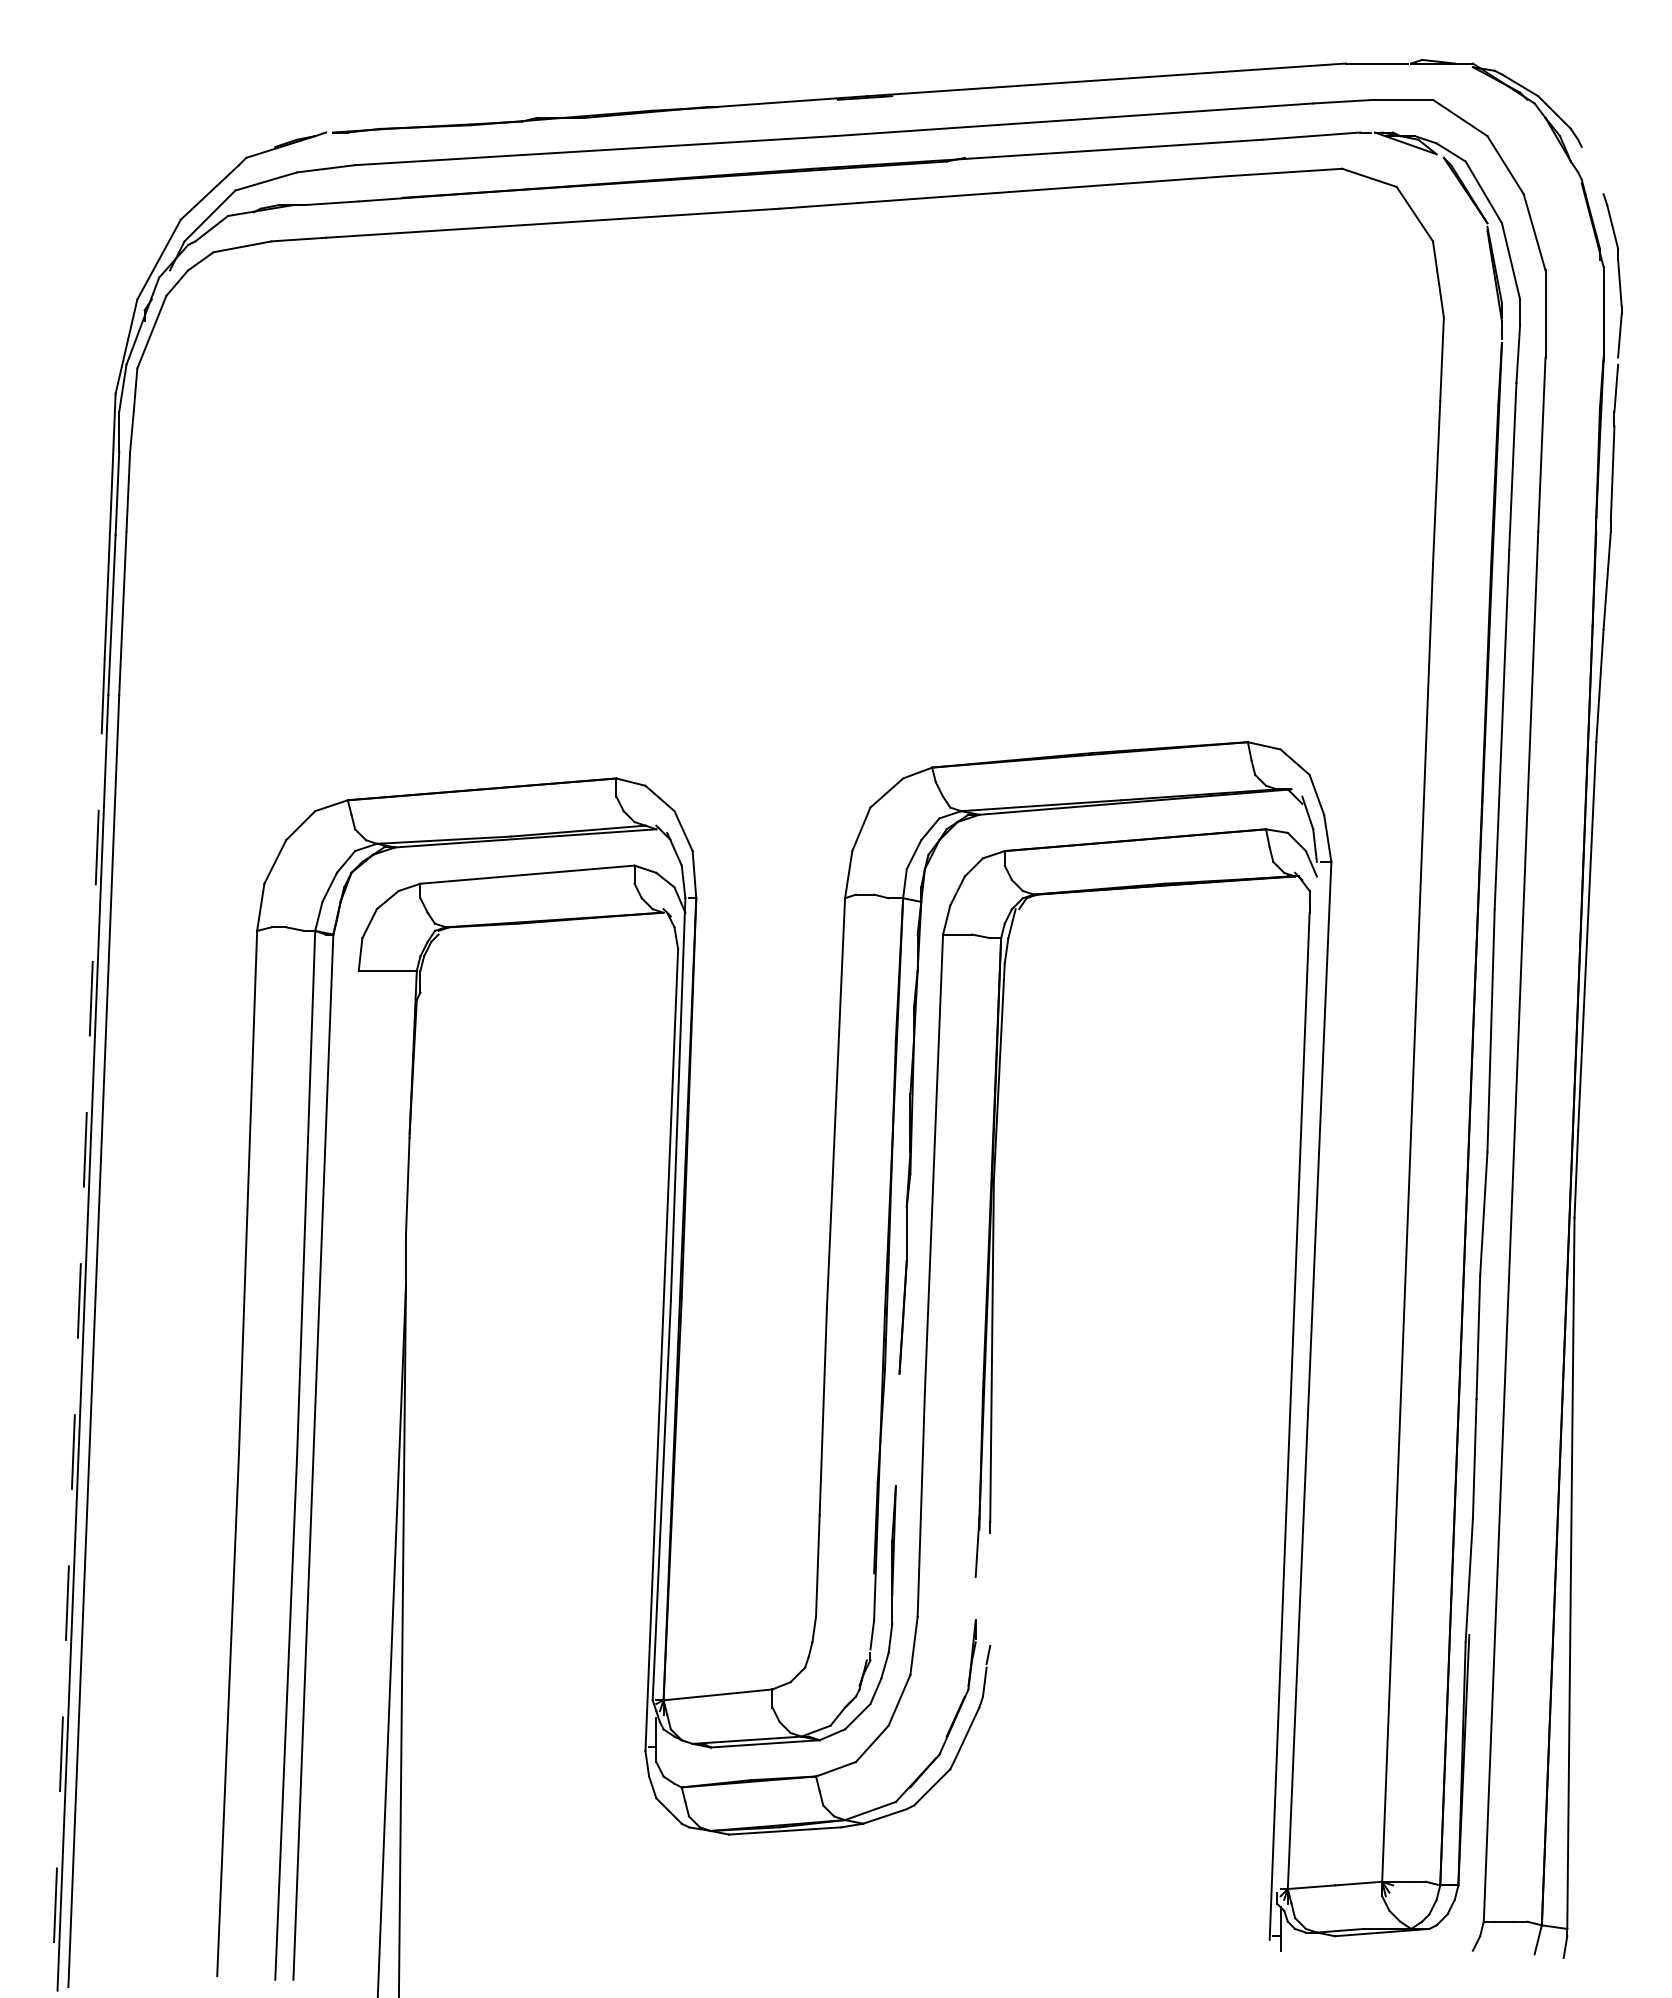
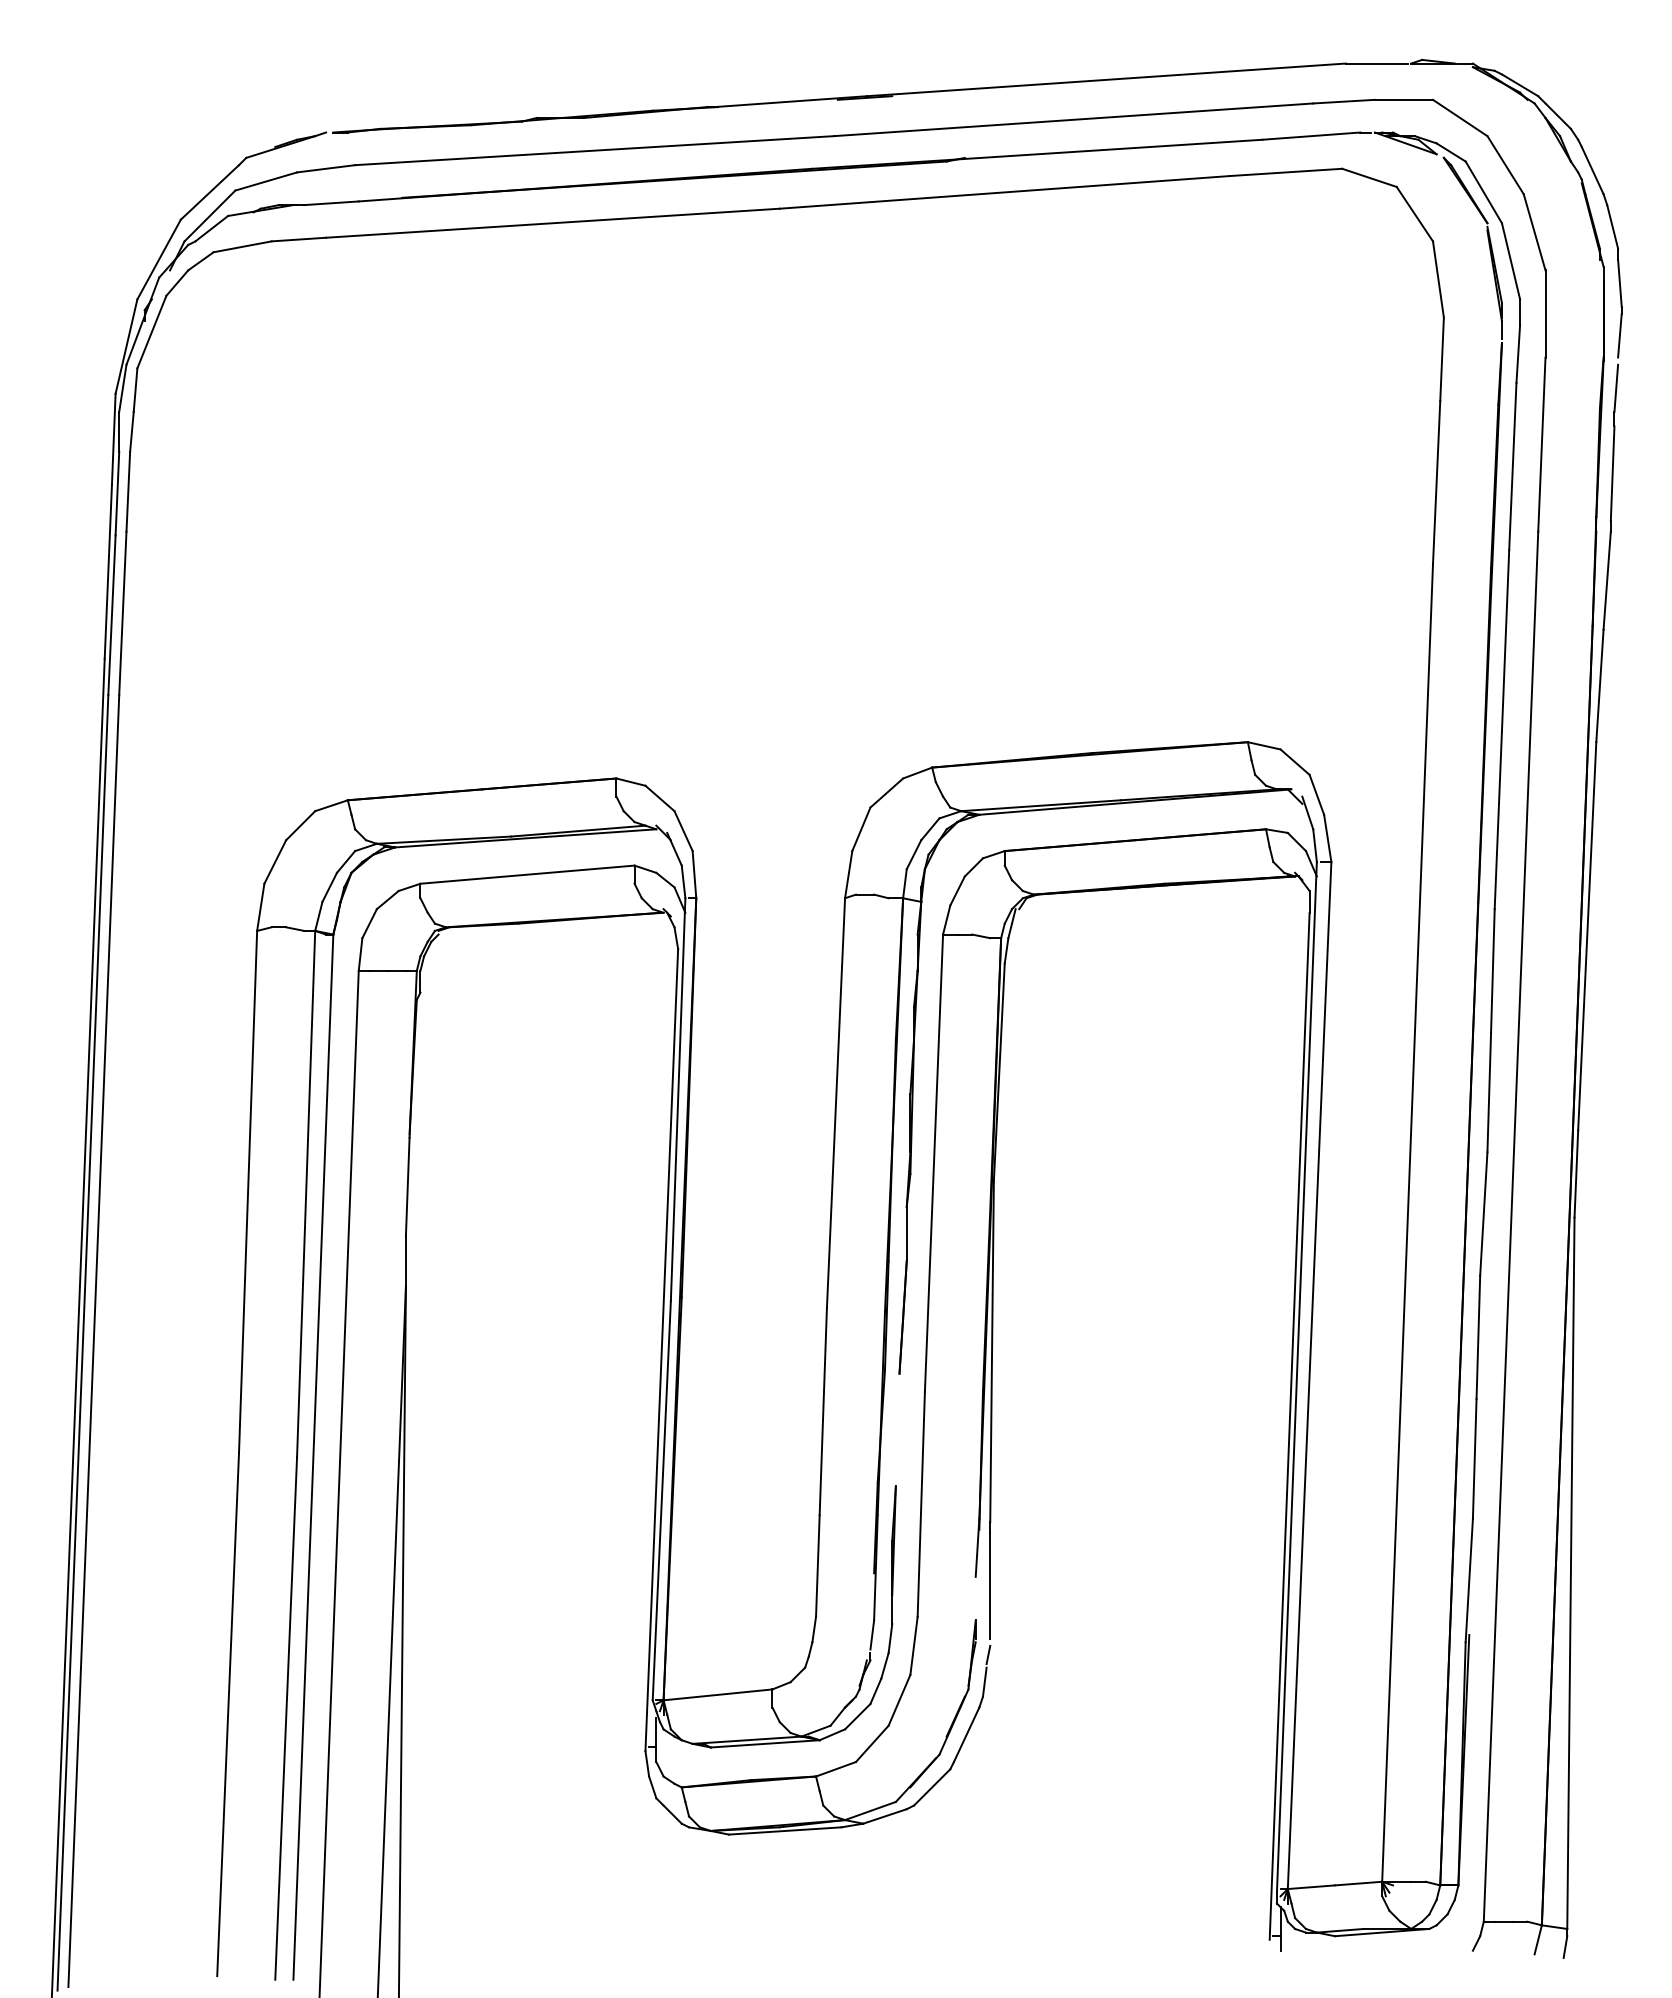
line at (1592, 170): none -> present
line at (78, 1328): dashed -> solid
line at (1296, 1376): none -> present
line at (338, 1482): none -> present
line at (990, 1585): none -> present
